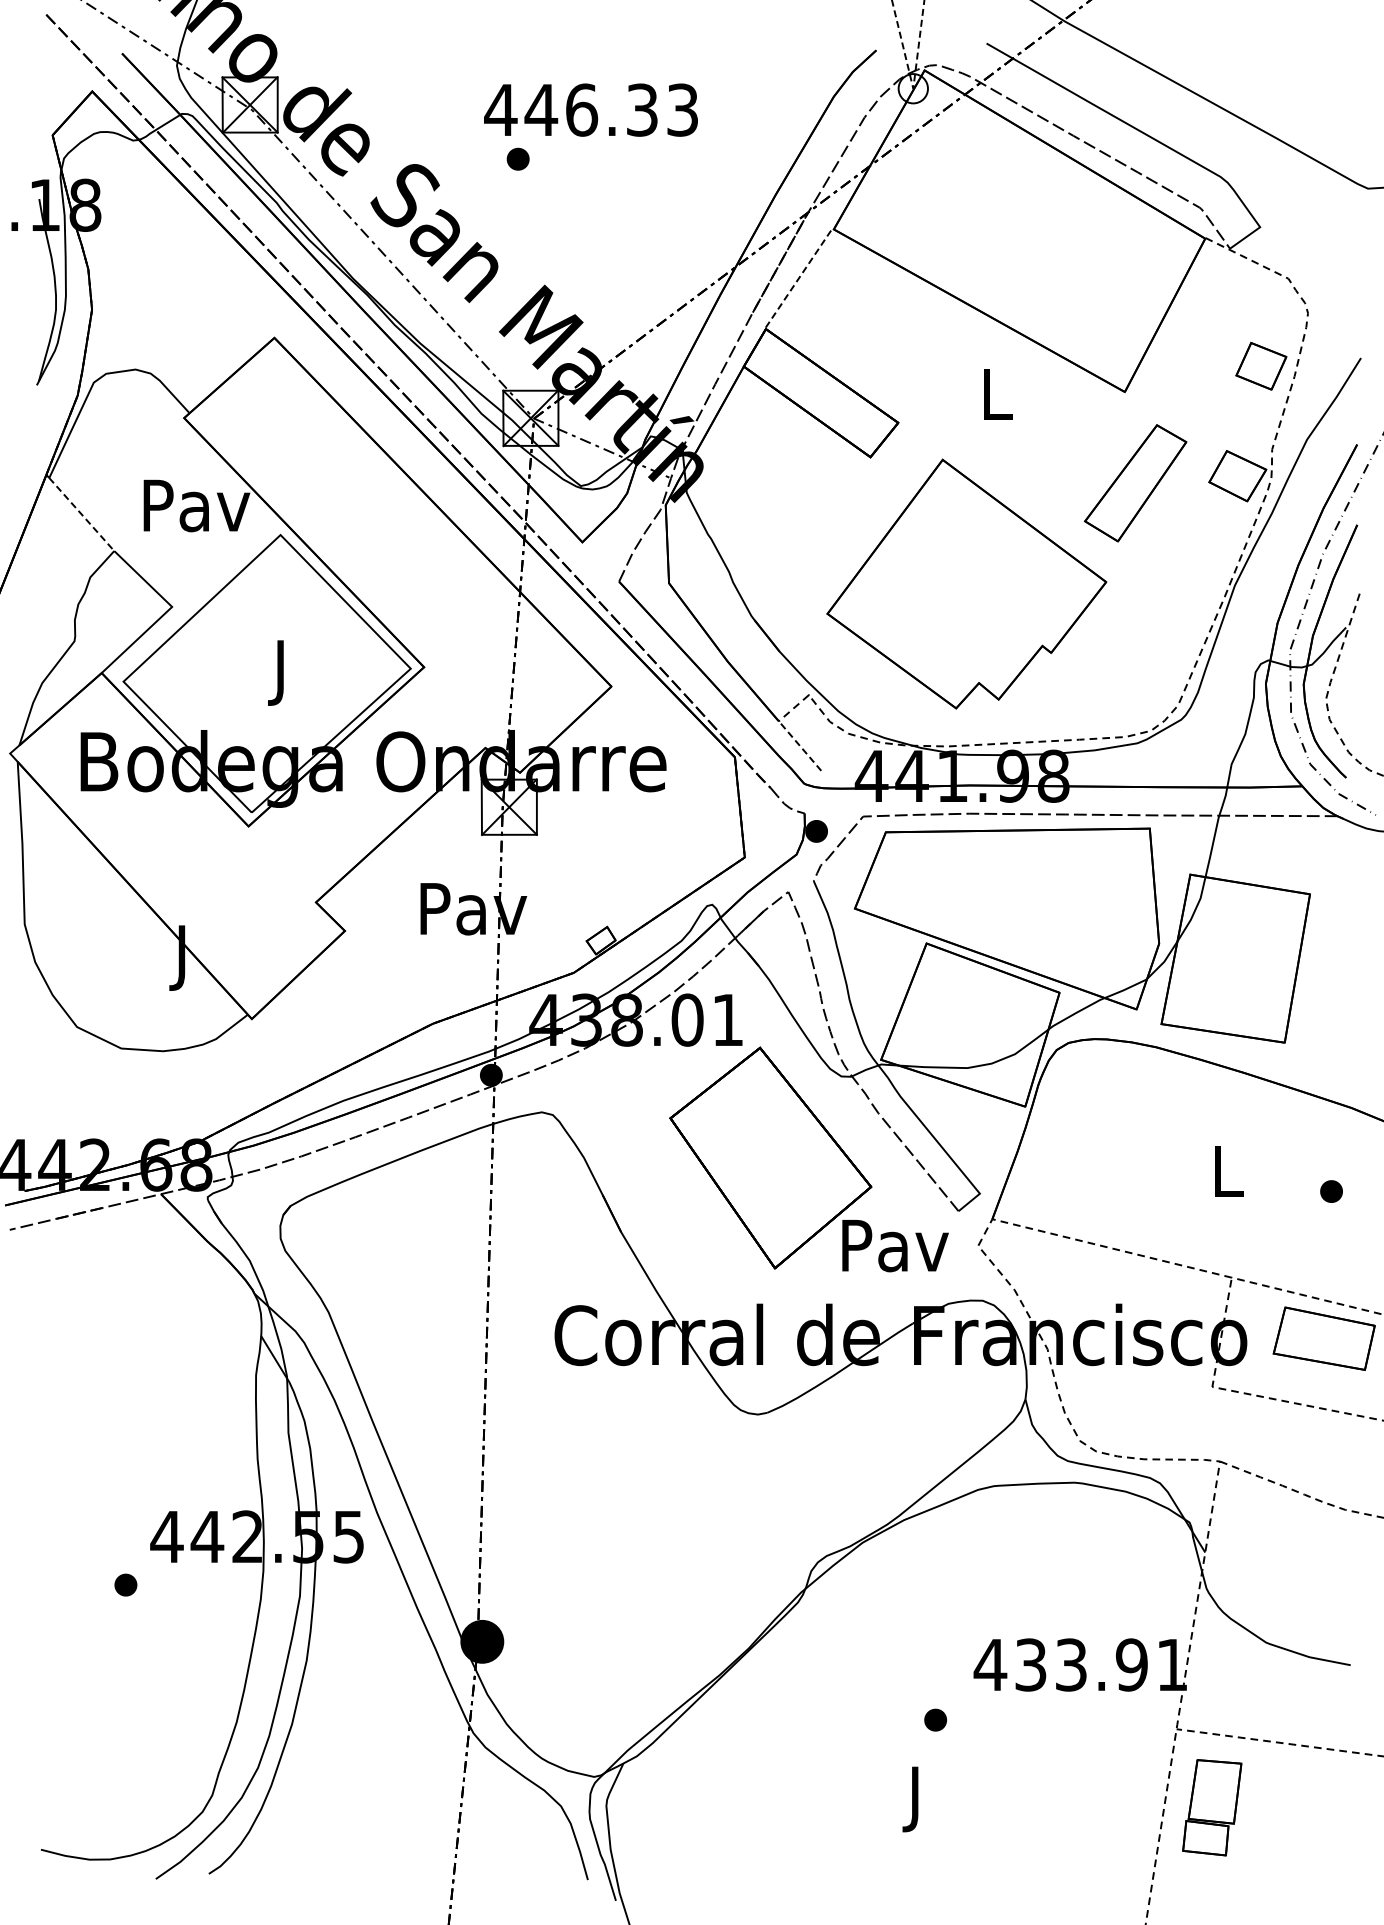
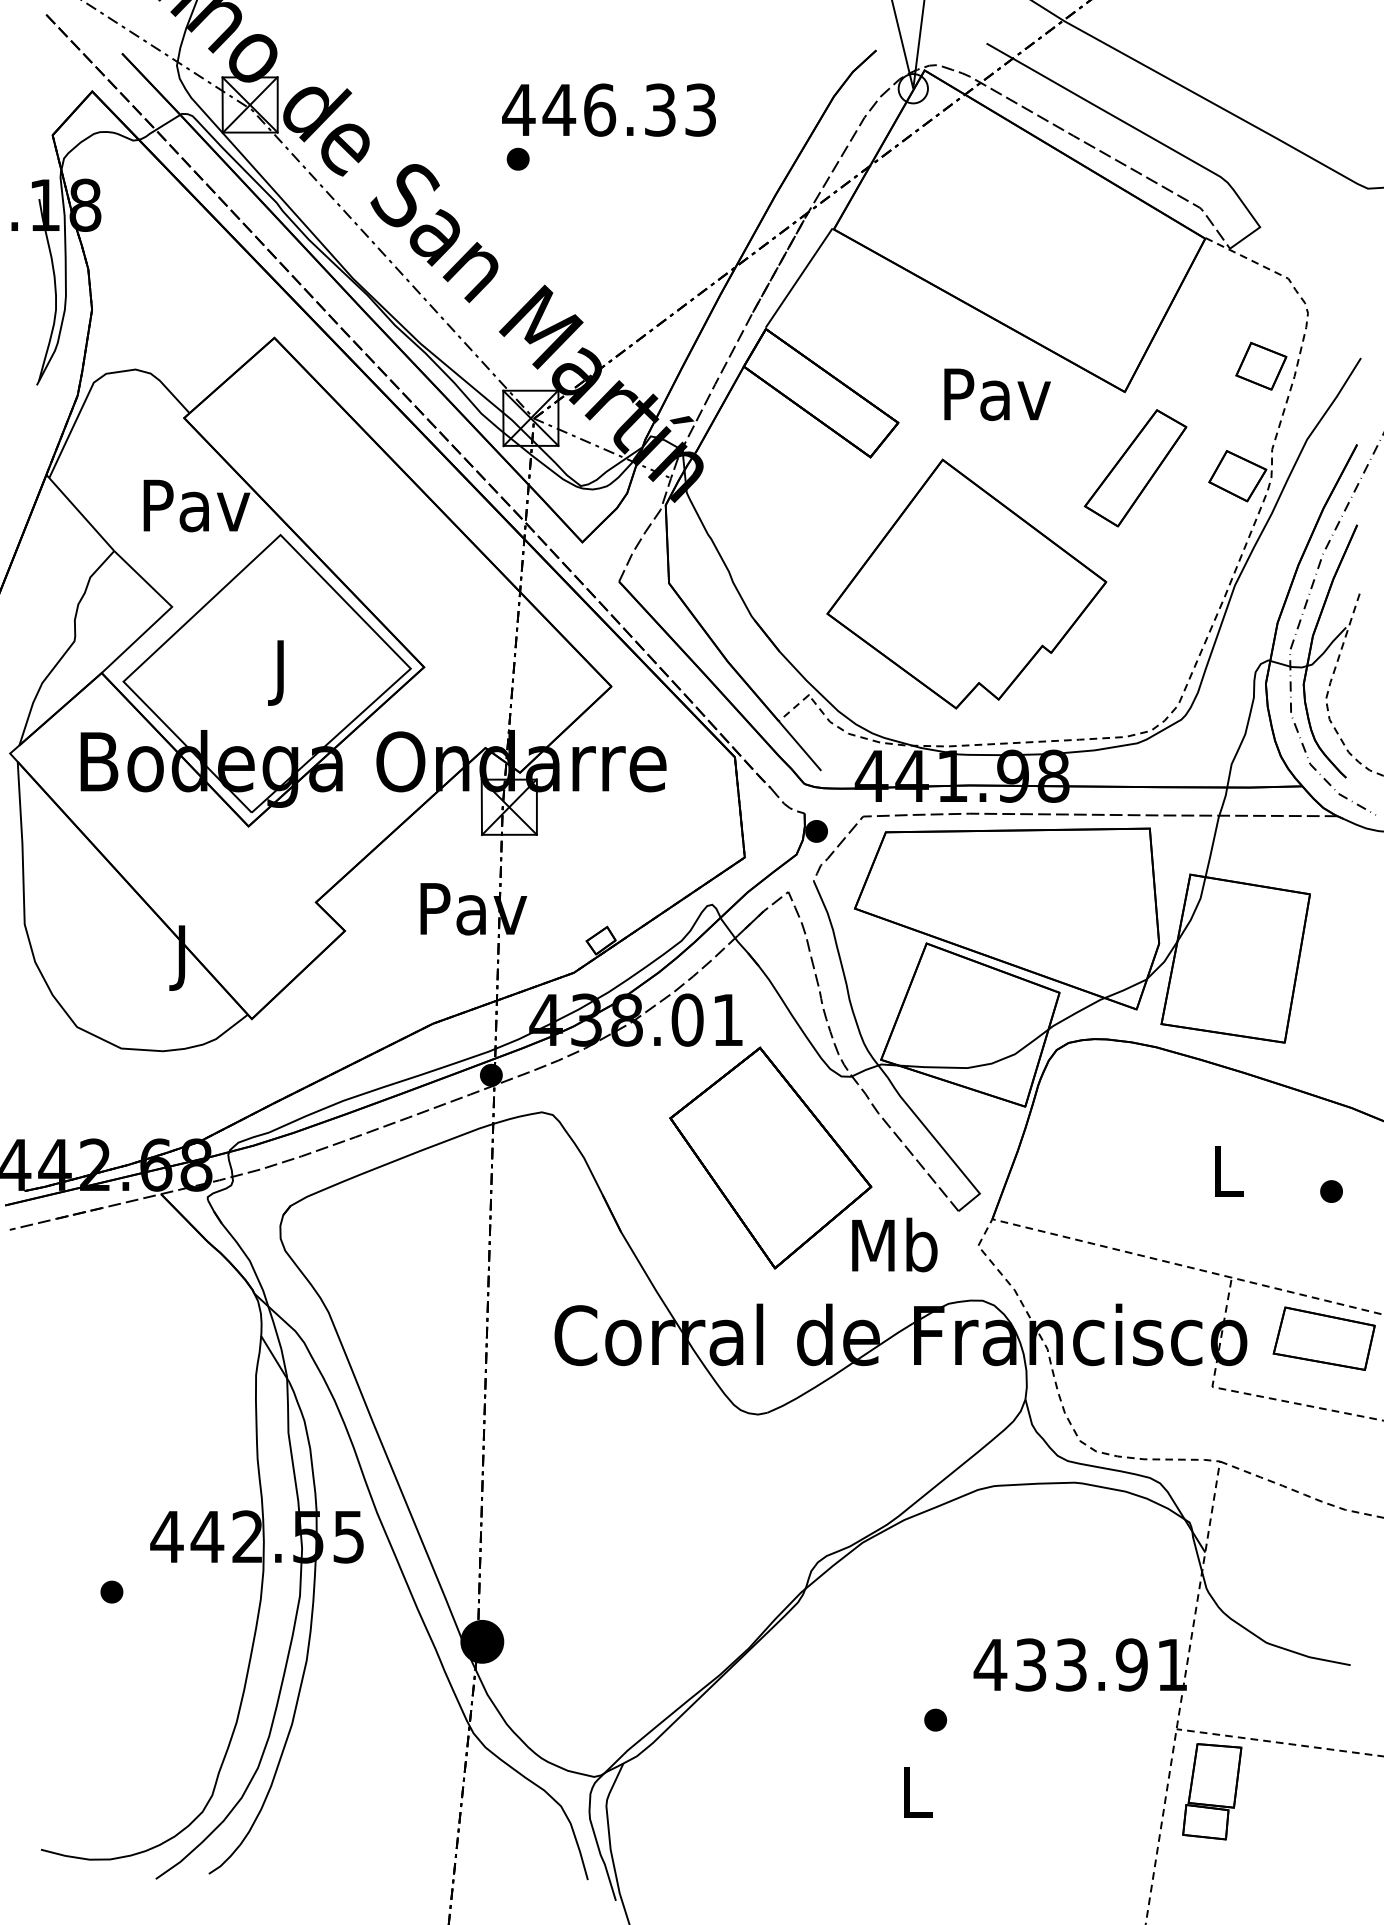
line at (913, 88): dashed -> solid
text at (590, 109) position: (590, 109) -> (608, 109)
line at (799, 277): dashed -> solid
text at (997, 394): L -> Pav
part at (1135, 483) position: (1135, 483) -> (1135, 468)
line at (81, 514): dashed -> solid
line at (800, 746): dashed -> solid
text at (895, 1244): Pav -> Mb
part at (125, 1584) position: (125, 1584) -> (111, 1591)
text at (917, 1799): J -> L
part at (1212, 1807) position: (1212, 1807) -> (1212, 1791)
